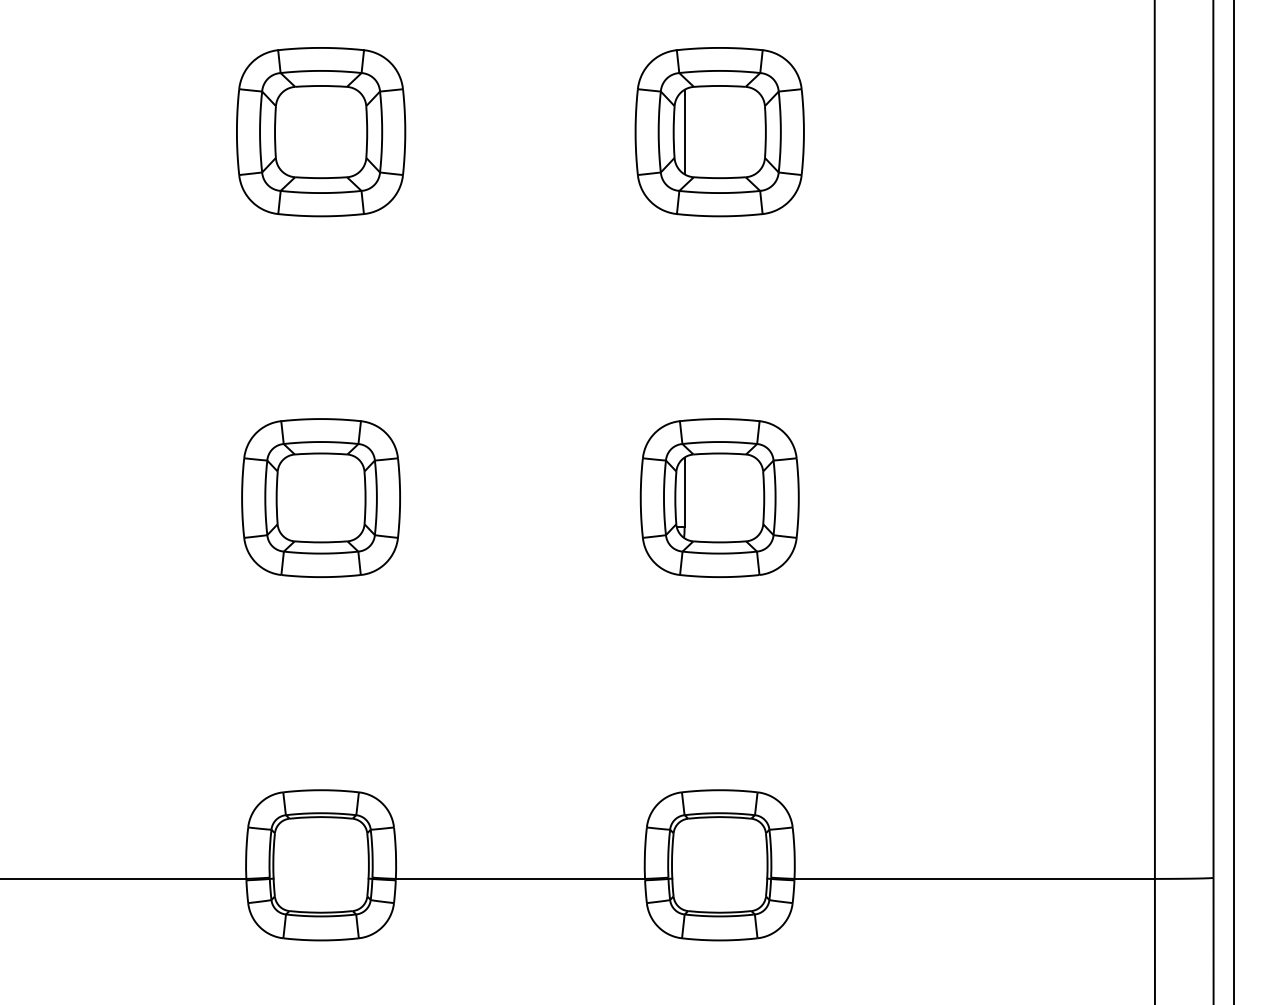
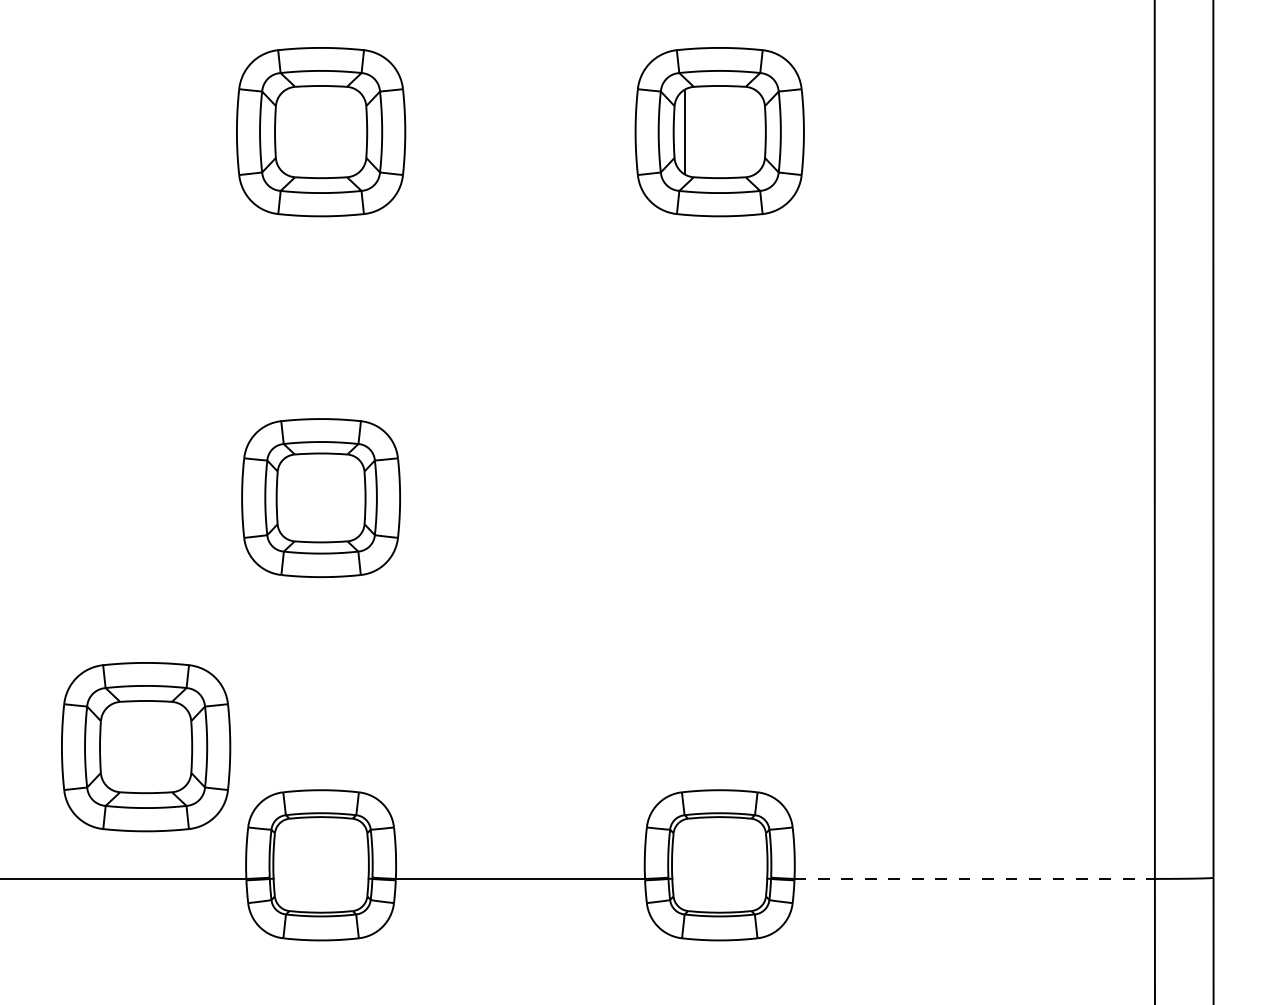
part at (719, 497): present -> none
line at (1233, 501): present -> none
part at (146, 747): none -> present
line at (975, 878): solid -> dashed
